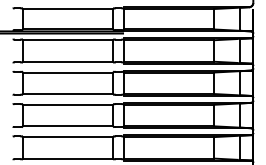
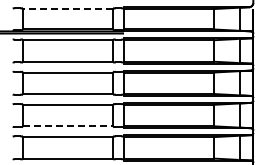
line at (67, 9): solid -> dashed
line at (68, 126): solid -> dashed
